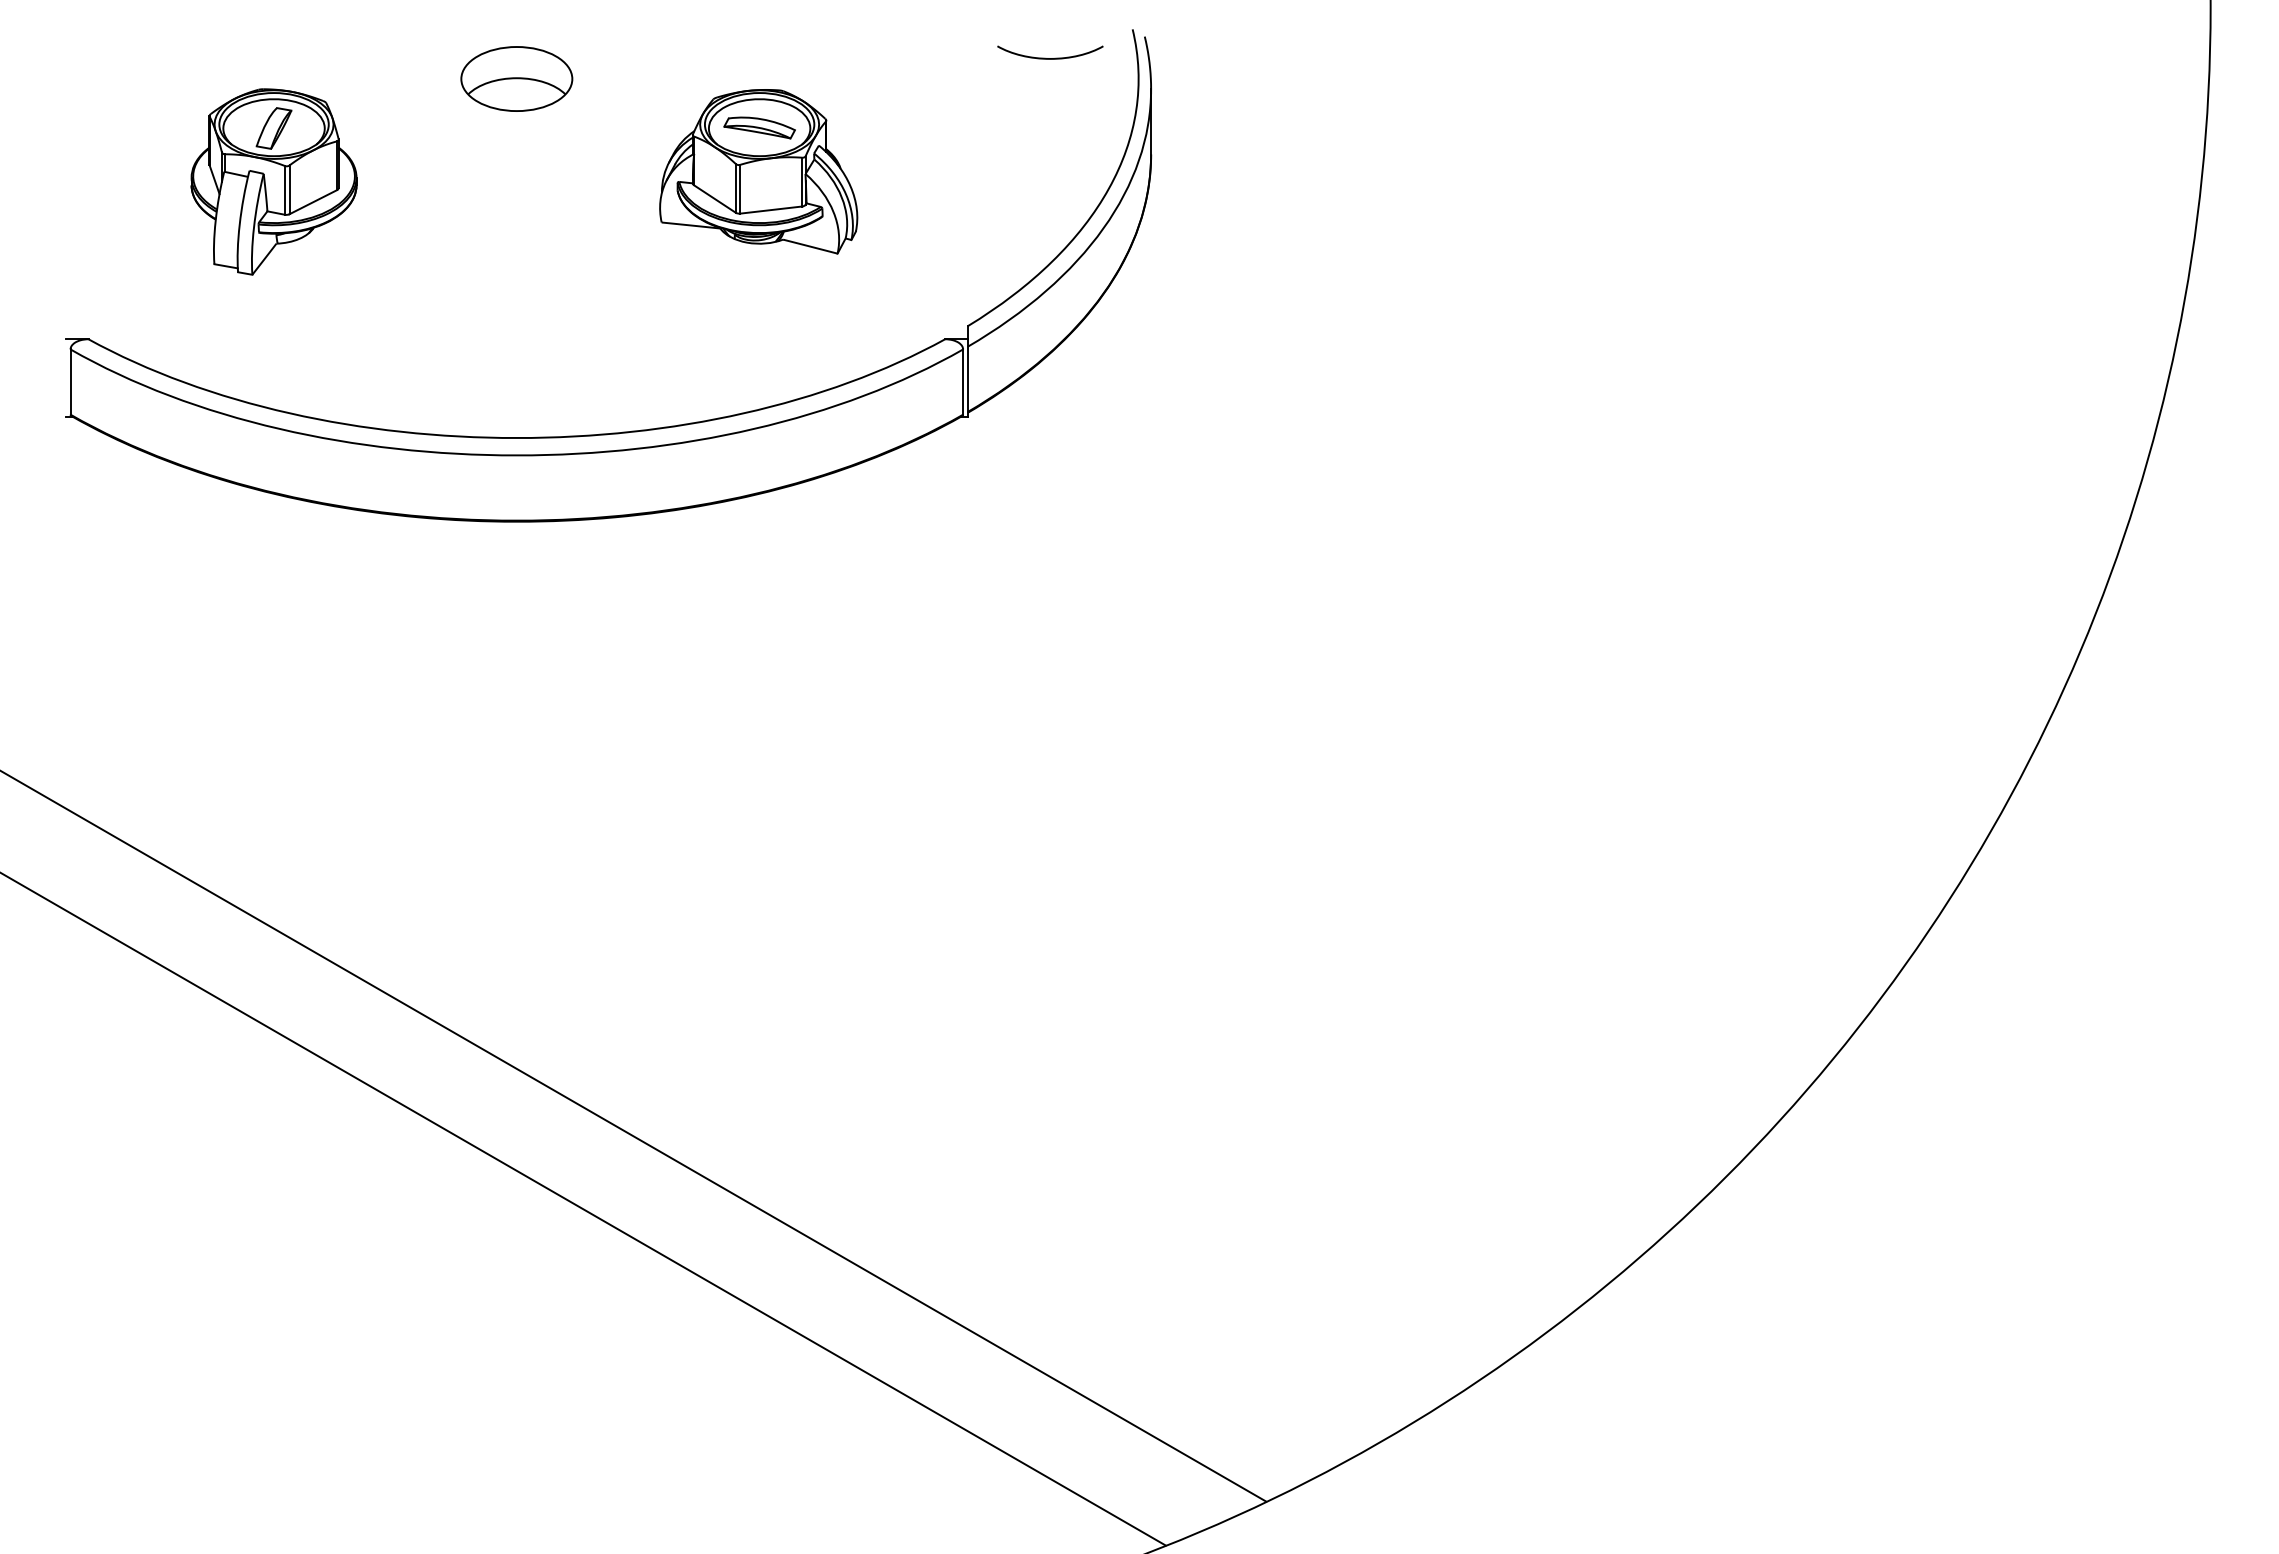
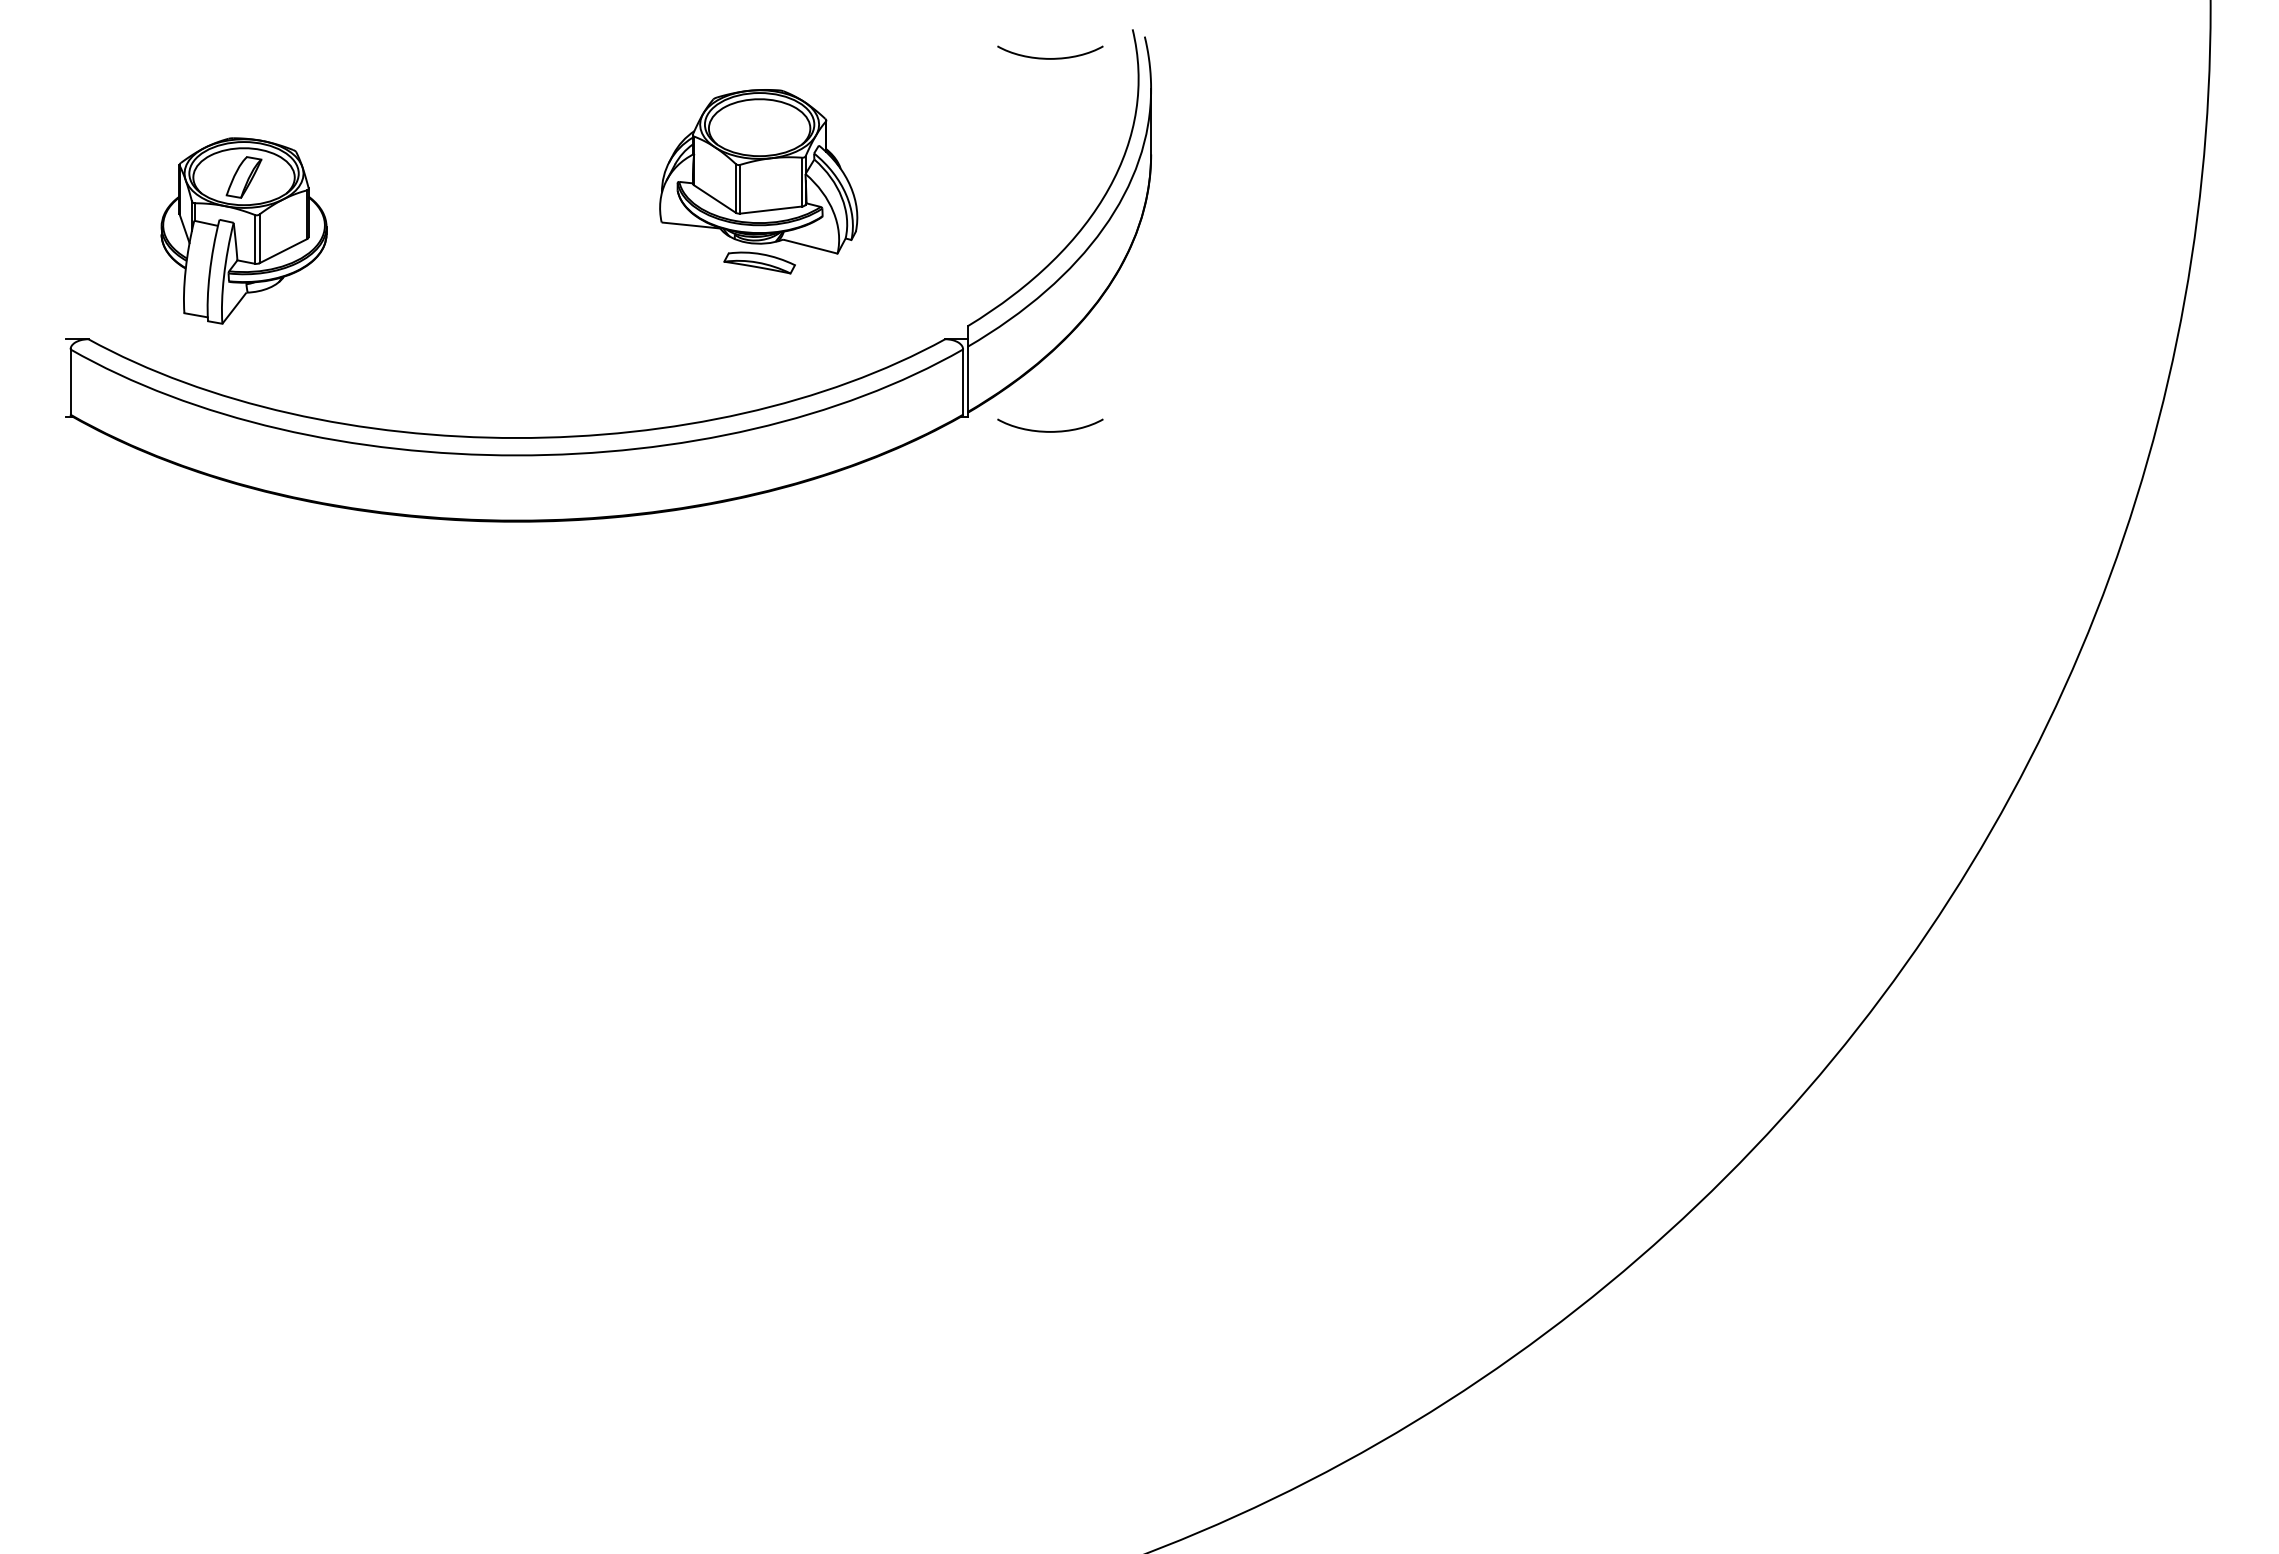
part at (516, 78): present -> none
part at (759, 127) position: (759, 127) -> (759, 262)
part at (273, 181) position: (273, 181) -> (243, 230)
curve at (1050, 431): none -> present
line at (634, 1136): present -> none
line at (583, 1209): present -> none
